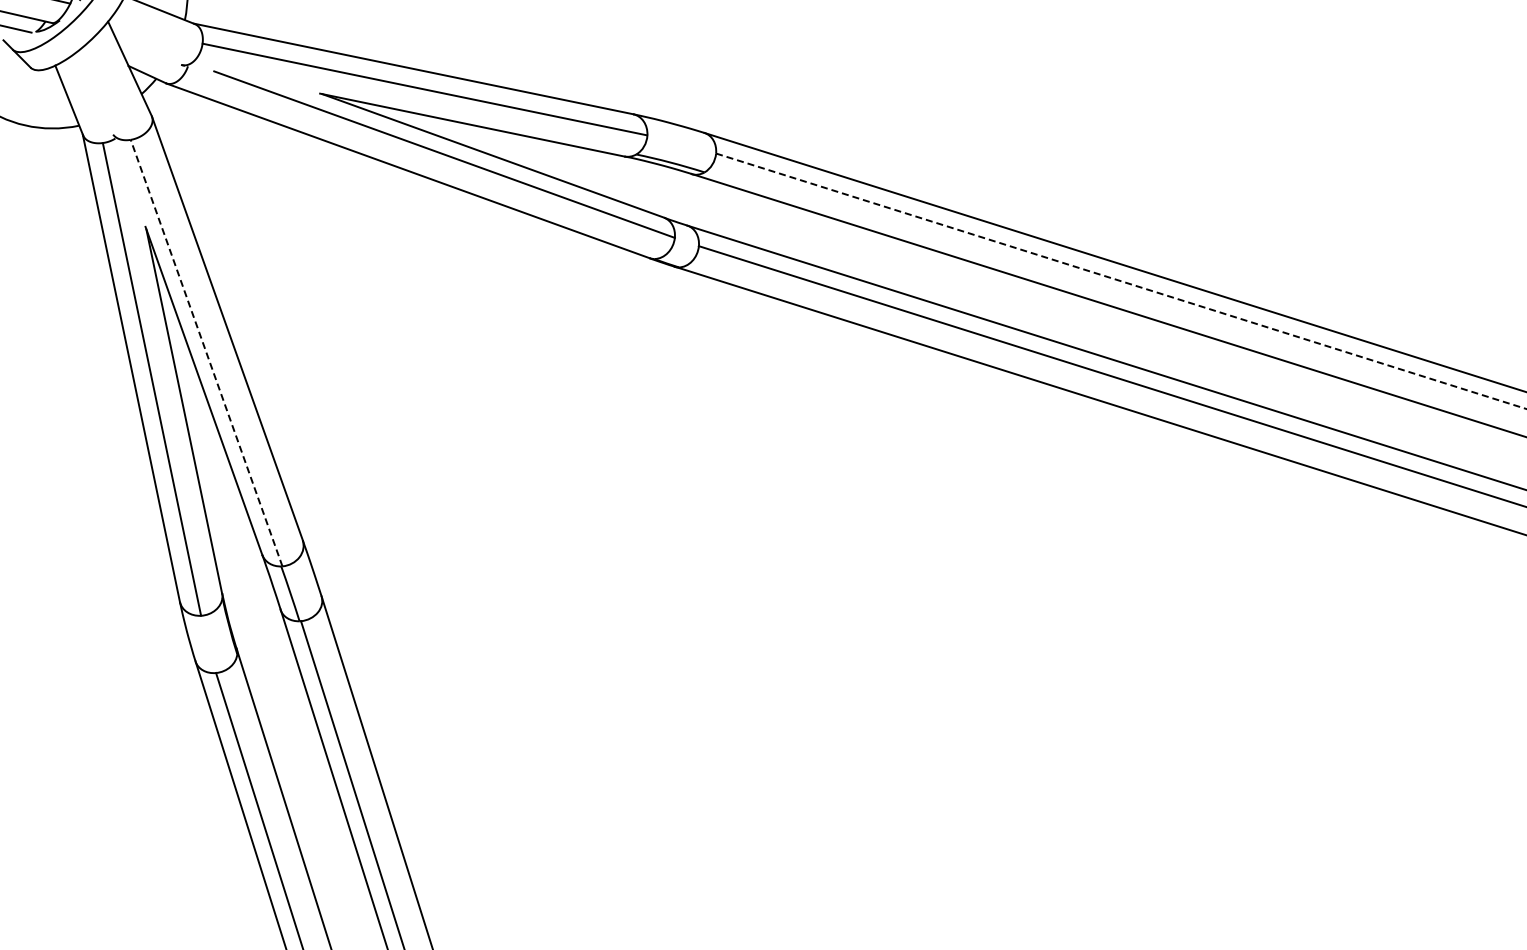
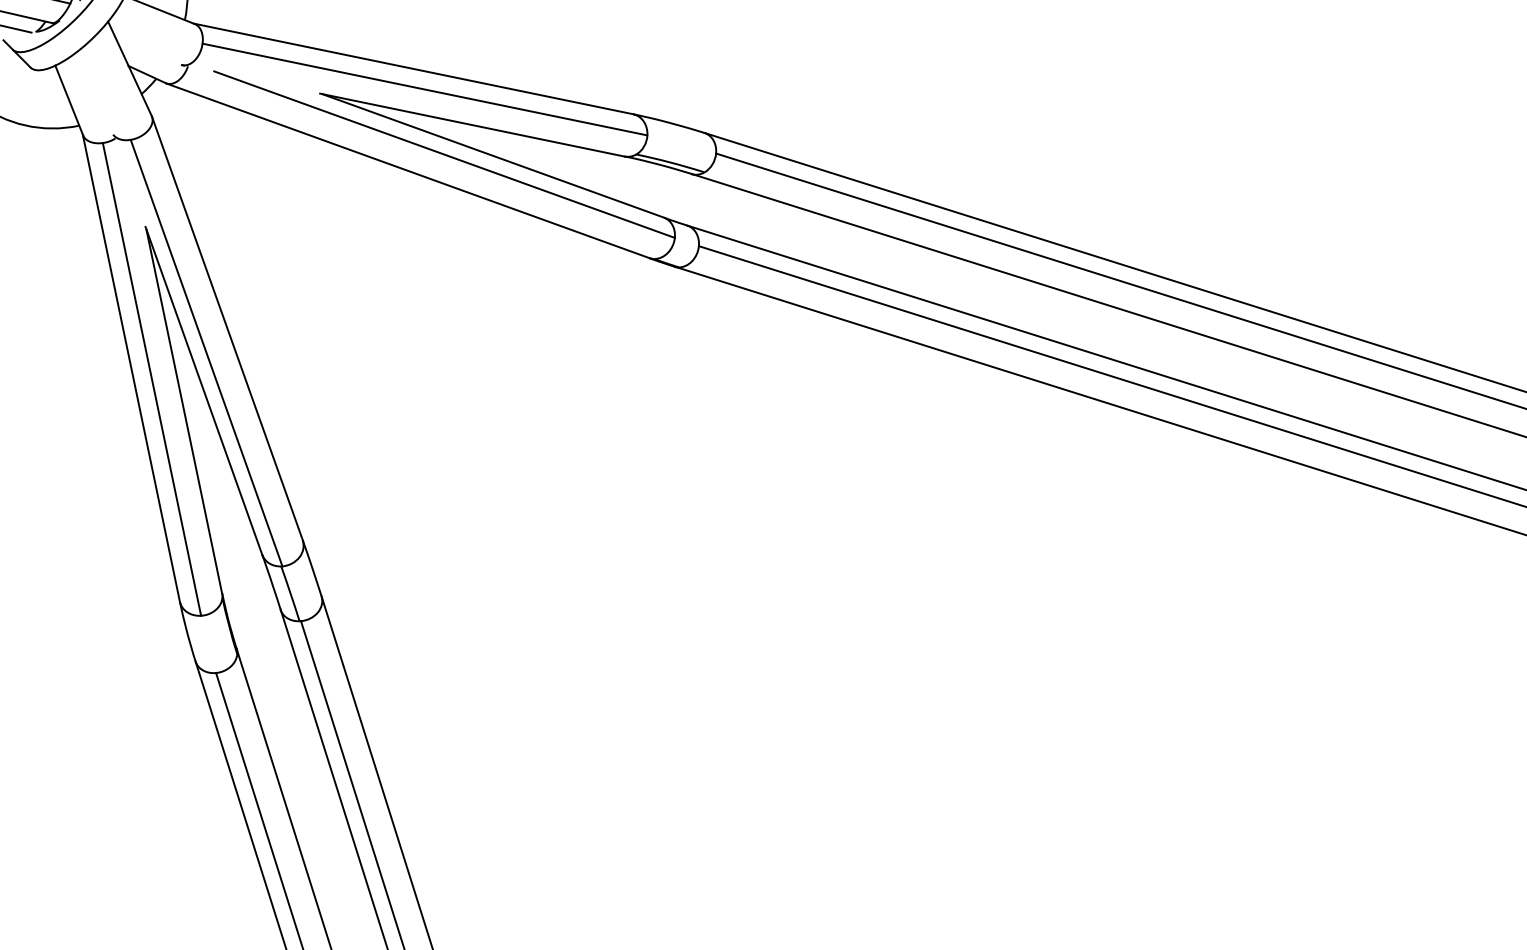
line at (1121, 281): dashed -> solid
line at (206, 352): dashed -> solid
